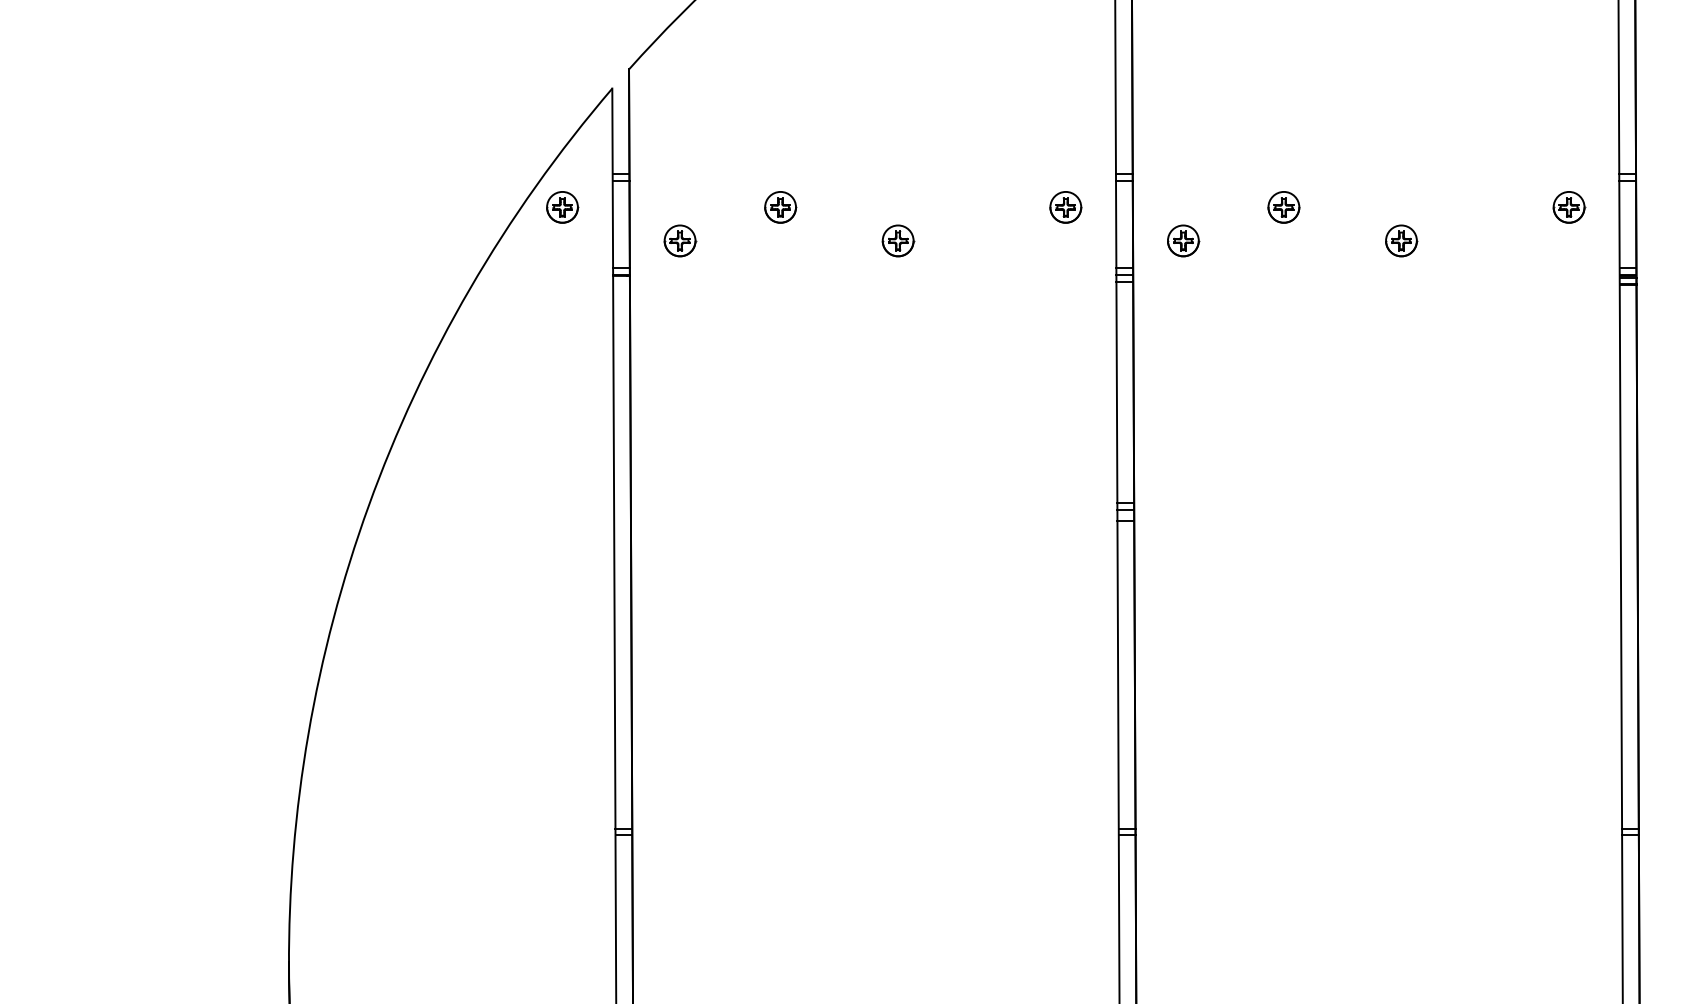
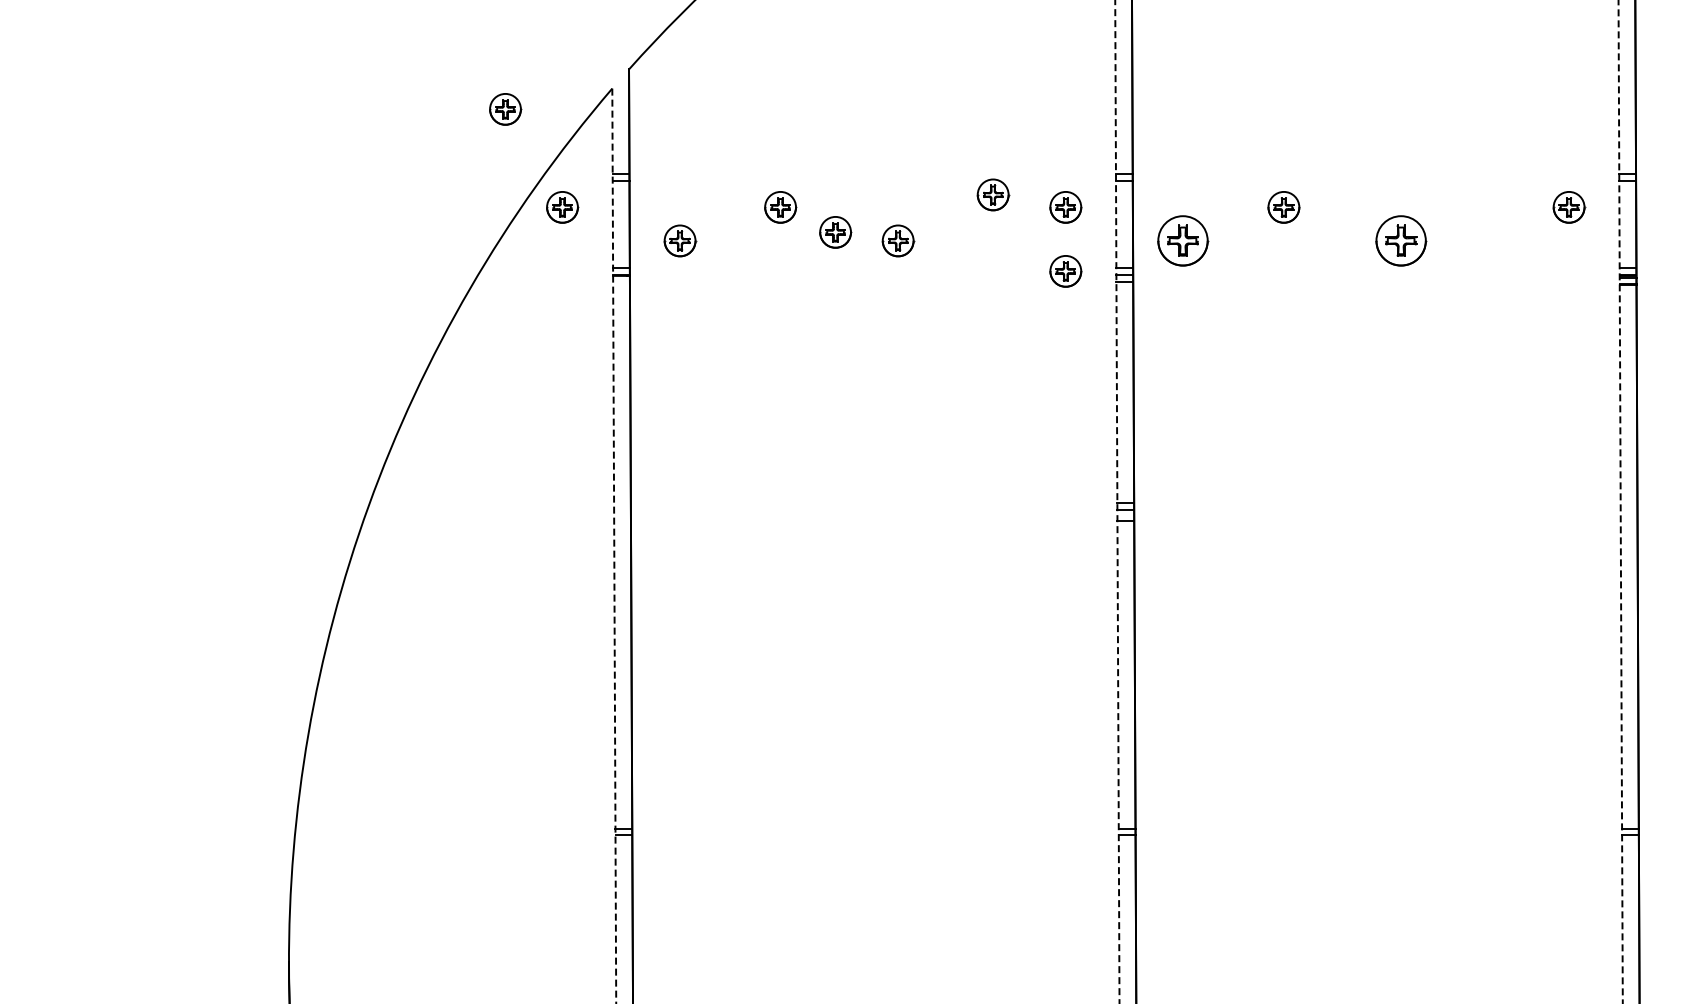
part at (505, 109): none -> present
part at (993, 194): none -> present
part at (835, 232): none -> present
part at (1183, 240) size: 34x34 px -> 53x52 px
part at (1401, 240) size: 34x34 px -> 53x52 px
part at (1065, 271): none -> present
line at (1117, 501): solid -> dashed
line at (1620, 501): solid -> dashed
line at (614, 545): solid -> dashed
